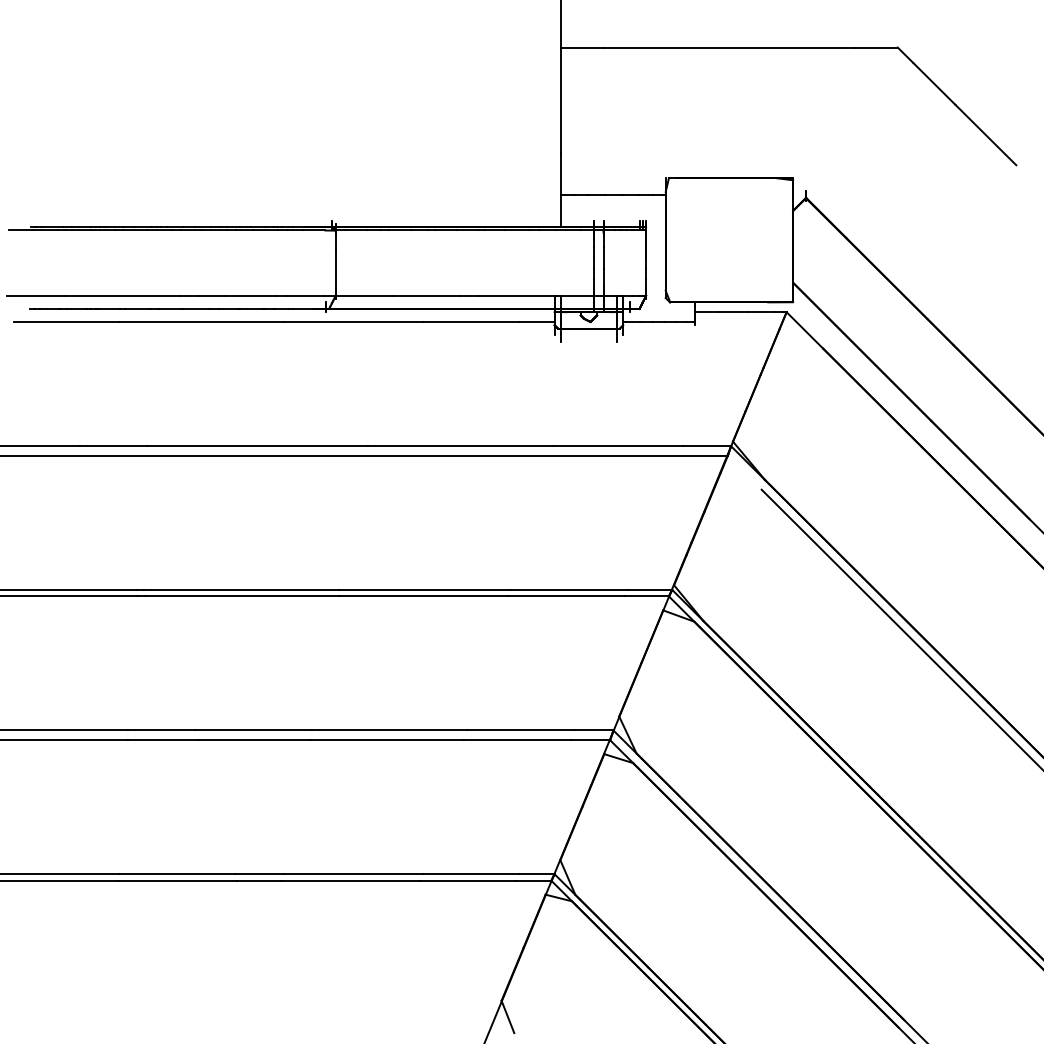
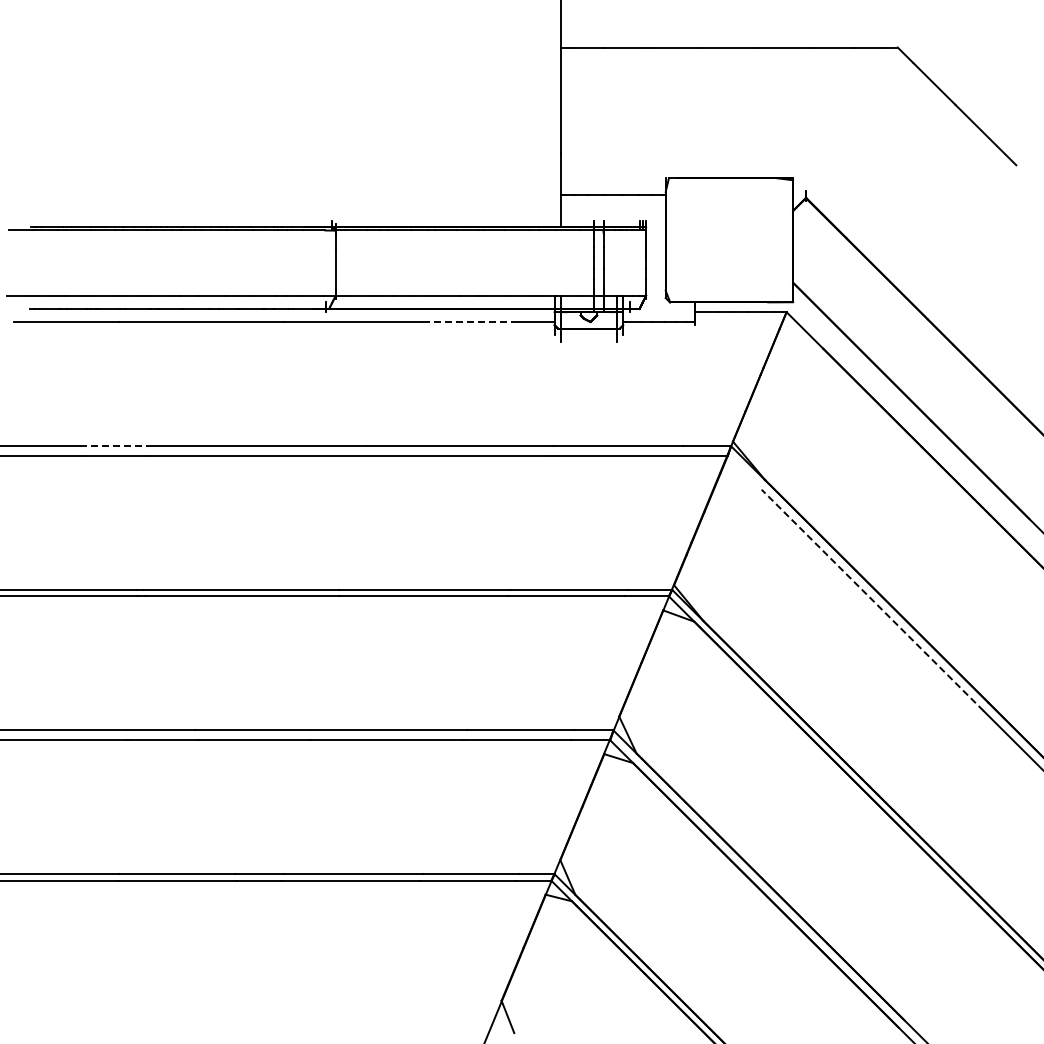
line at (471, 321): solid -> dashed
line at (113, 446): solid -> dashed
line at (872, 600): solid -> dashed
